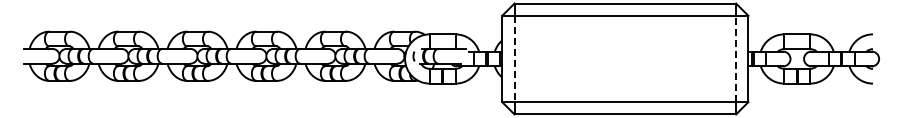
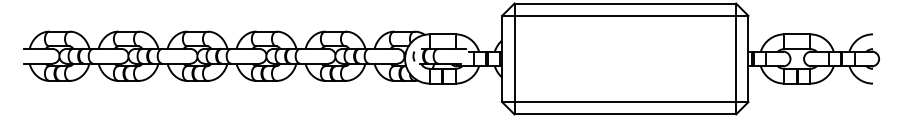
line at (736, 58): dashed -> solid
line at (514, 59): dashed -> solid
